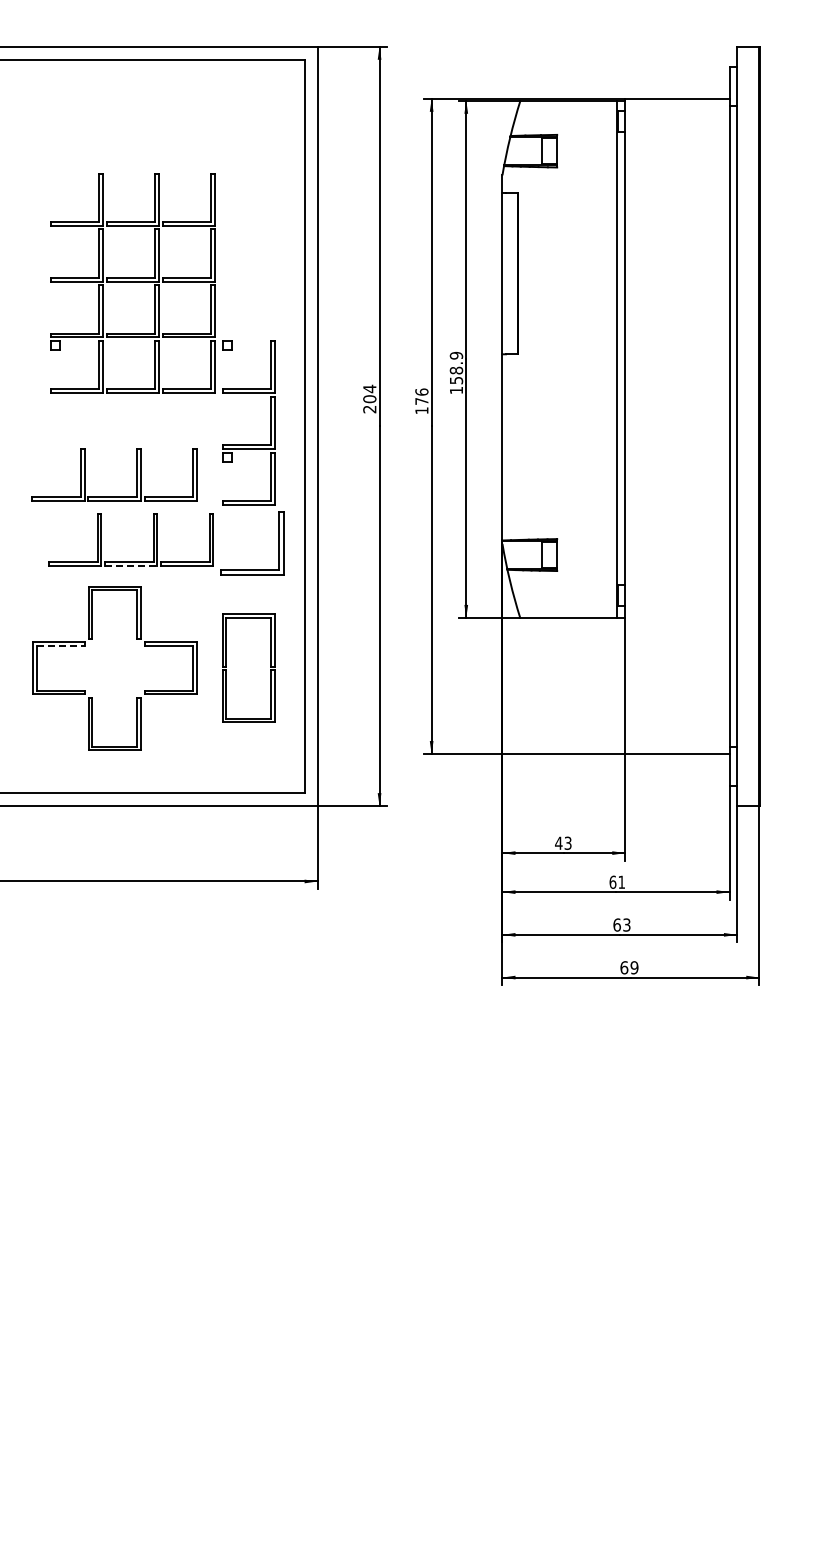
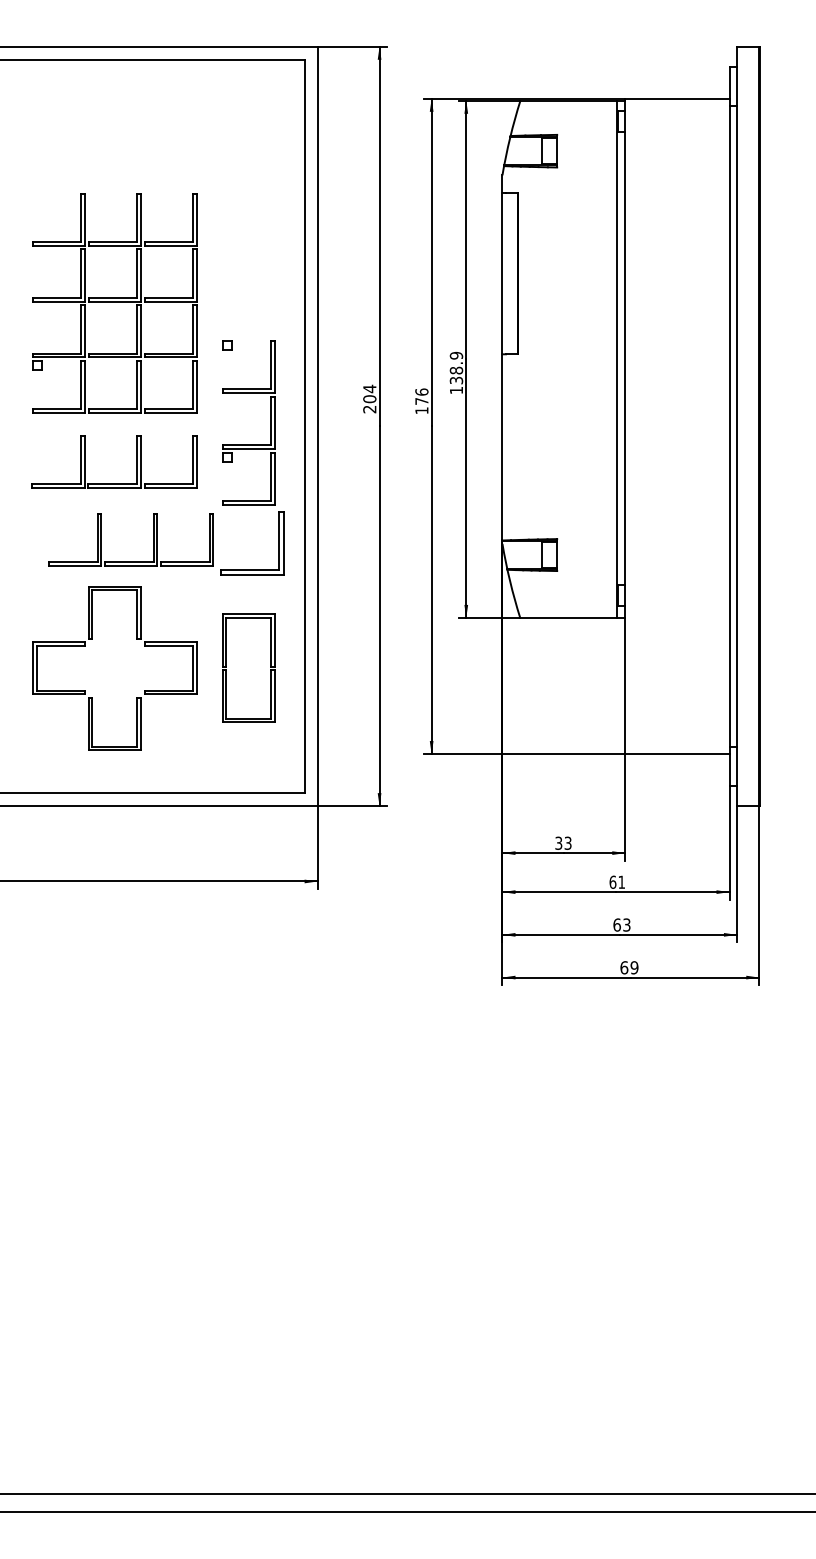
part at (132, 283) position: (132, 283) -> (114, 303)
text at (455, 379): 158.9 -> 138.9
part at (136, 474) position: (136, 474) -> (136, 461)
line at (131, 566): dashed -> solid
line at (61, 646): dashed -> solid
text at (558, 842): 43 -> 33
line at (407, 1493): none -> present
line at (407, 1512): none -> present
